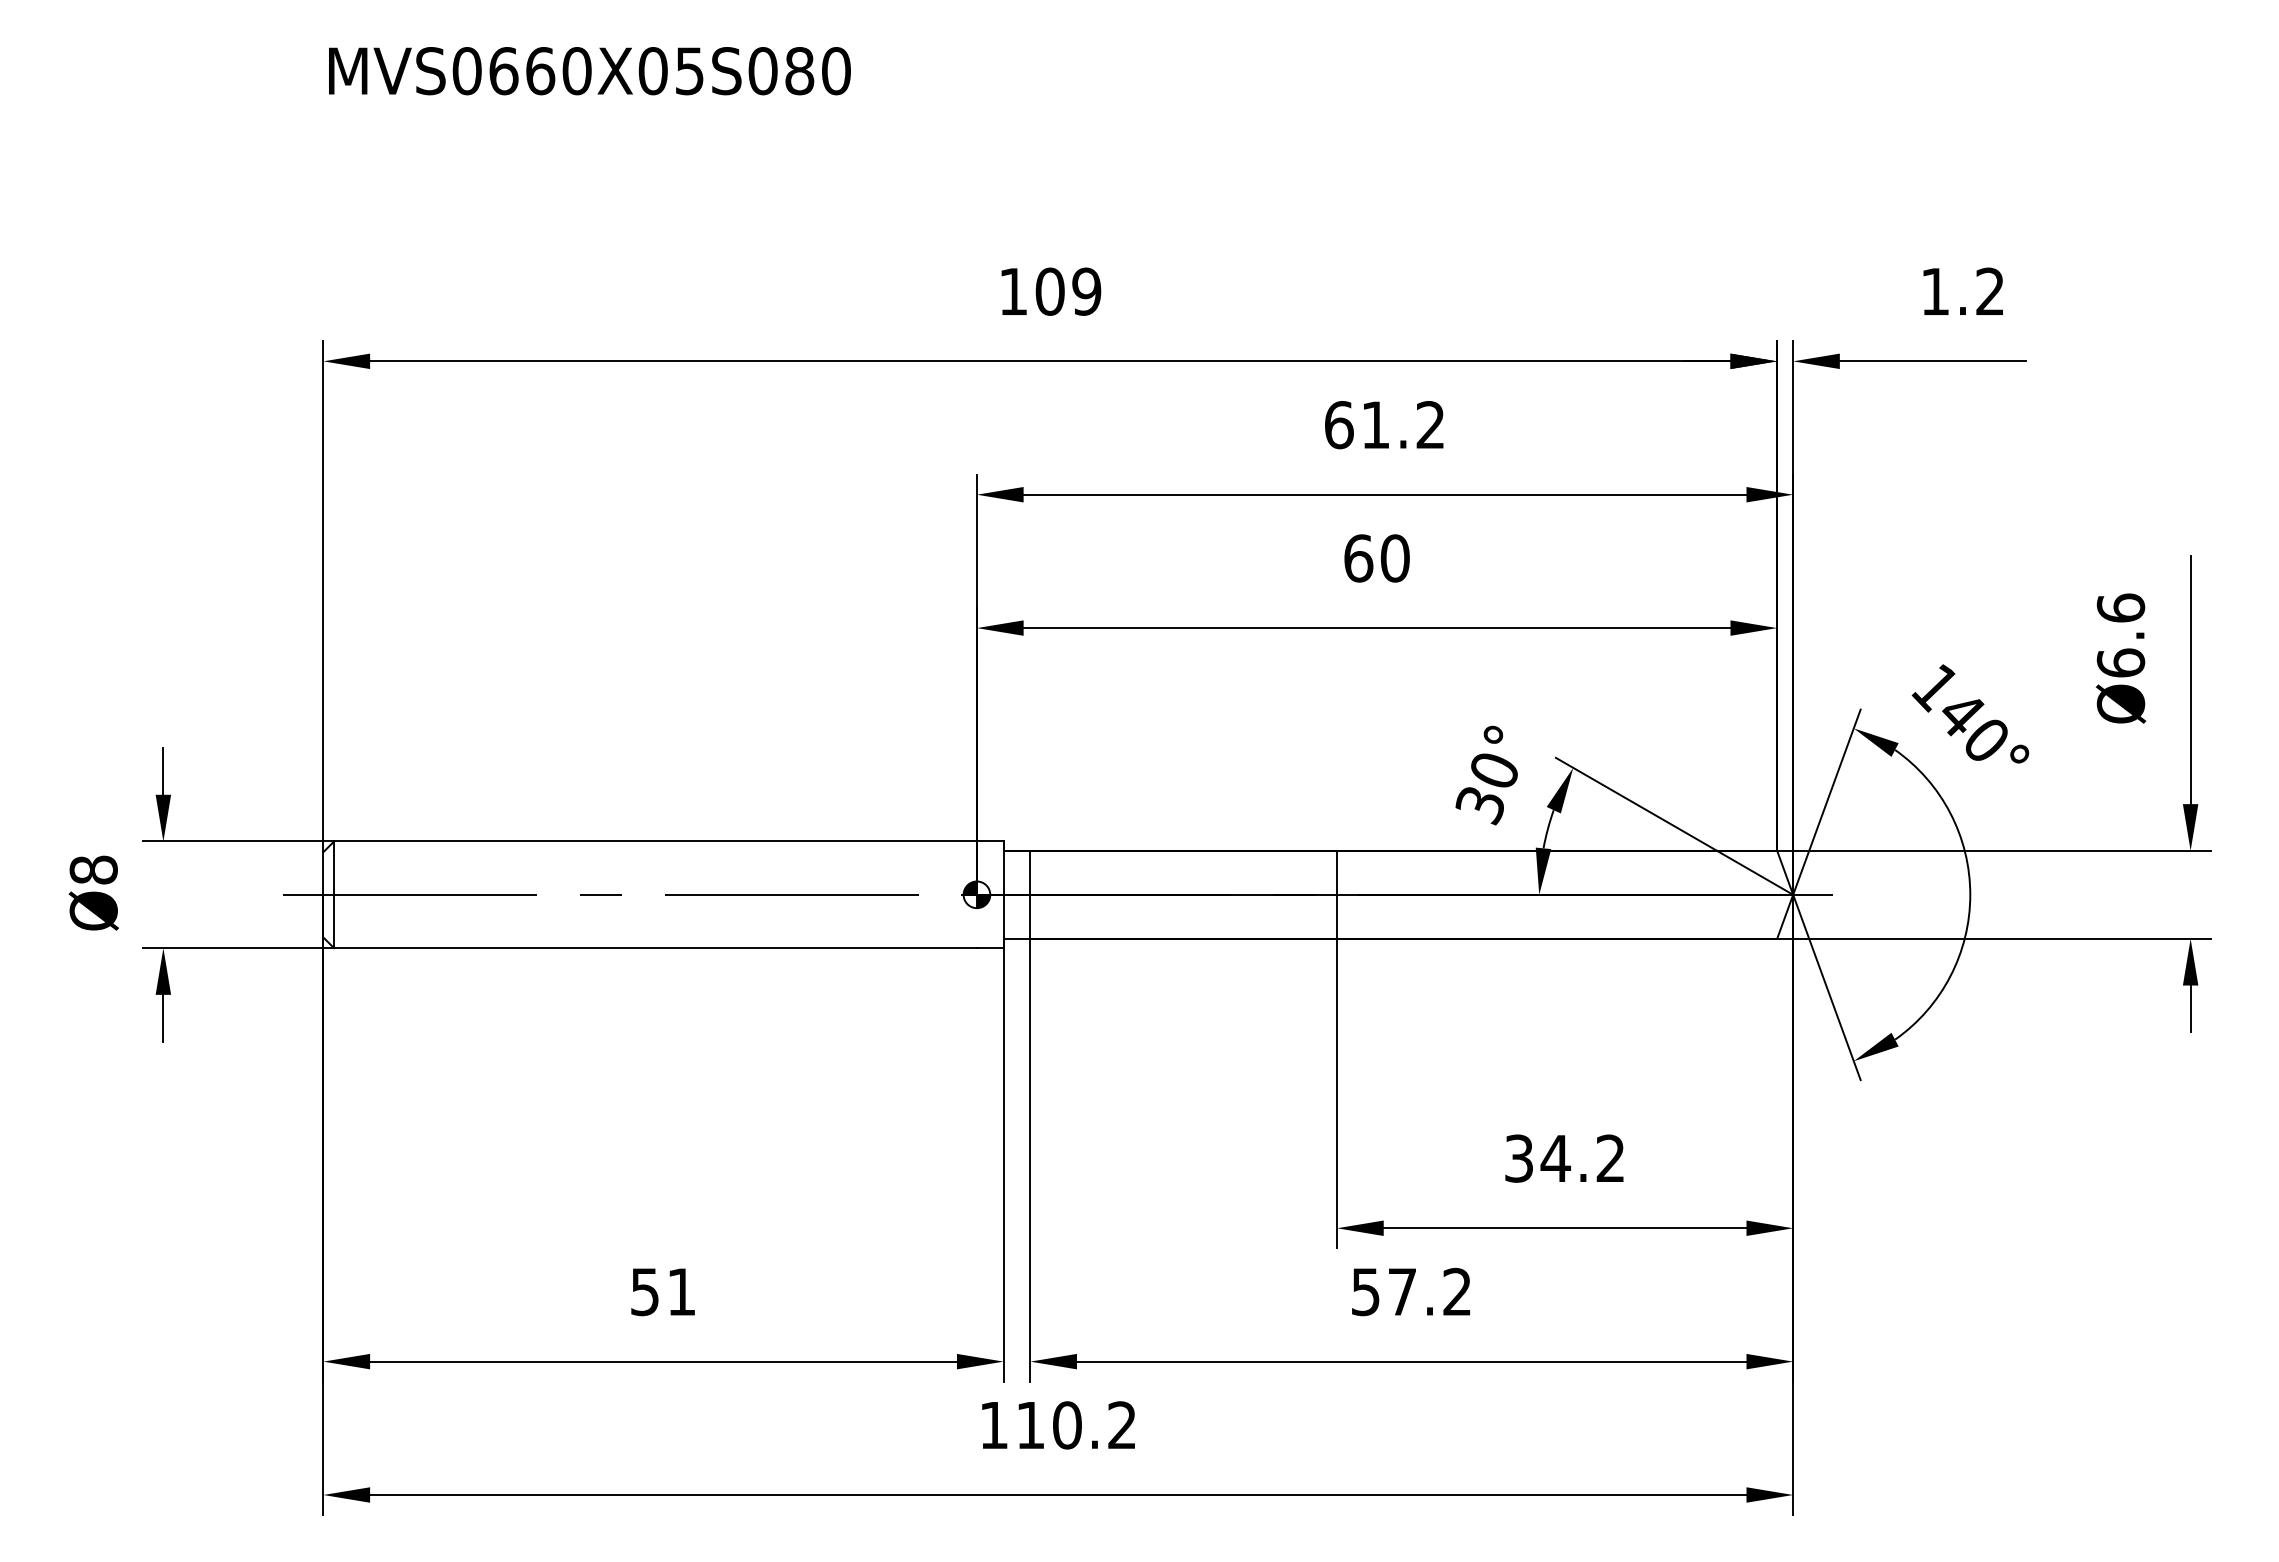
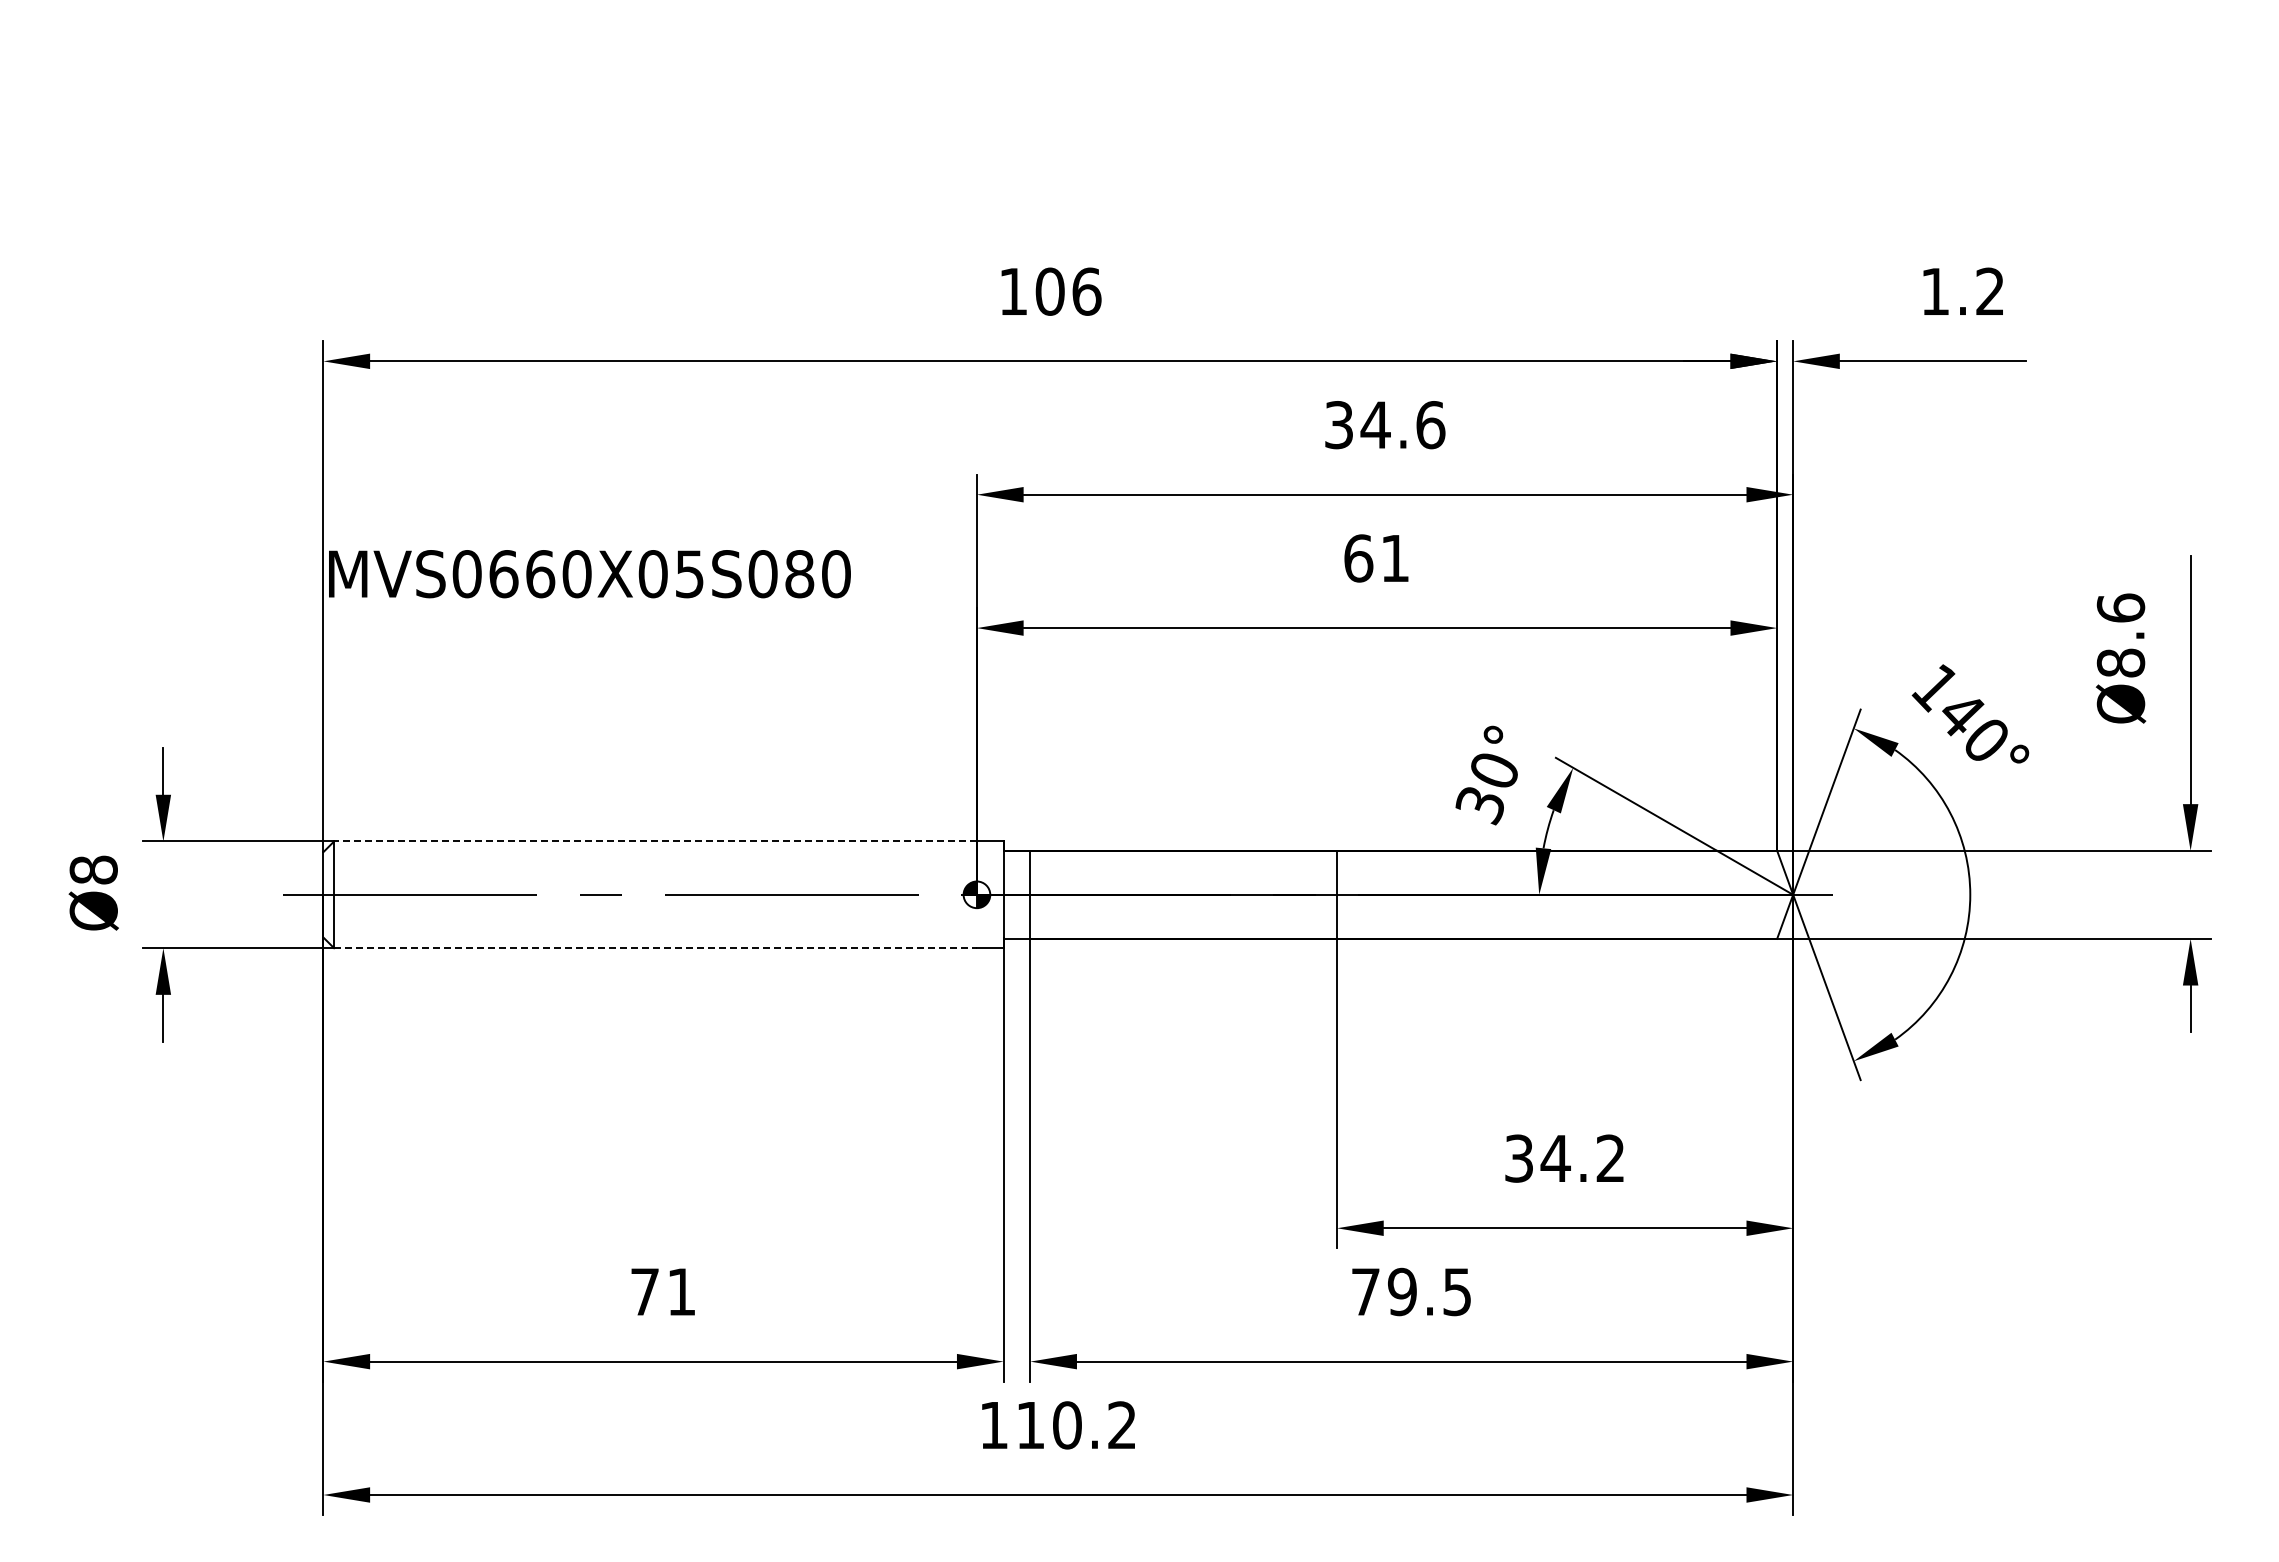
text at (589, 71) position: (589, 71) -> (589, 574)
text at (1086, 291): 109 -> 106
text at (1385, 425): 61.2 -> 34.6
text at (1394, 558): 60 -> 61
text at (2120, 662): Ø6.6 -> Ø8.6
line at (655, 841): solid -> dashed
line at (656, 948): solid -> dashed
text at (1411, 1291): 57.2 -> 79.5
text at (644, 1292): 51 -> 71
